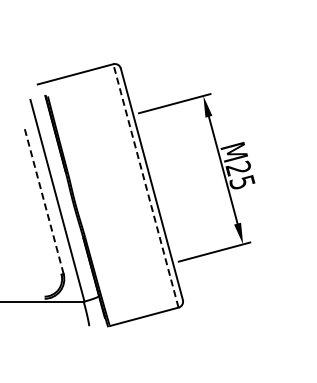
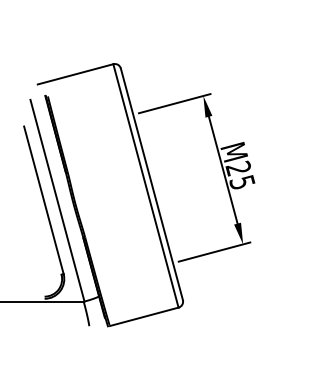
line at (145, 185): dashed -> solid
line at (43, 199): dashed -> solid
